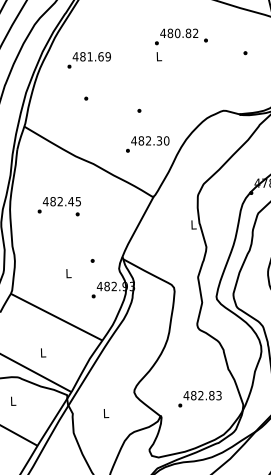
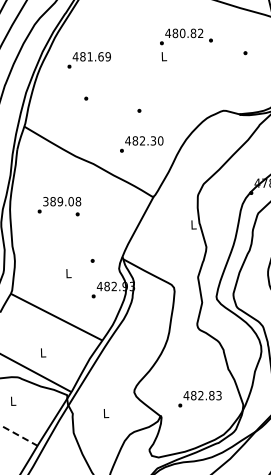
text at (181, 44) position: (181, 44) -> (186, 44)
text at (147, 144) position: (147, 144) -> (141, 144)
text at (61, 201): 482.45 -> 389.08
line at (19, 435): solid -> dashed
